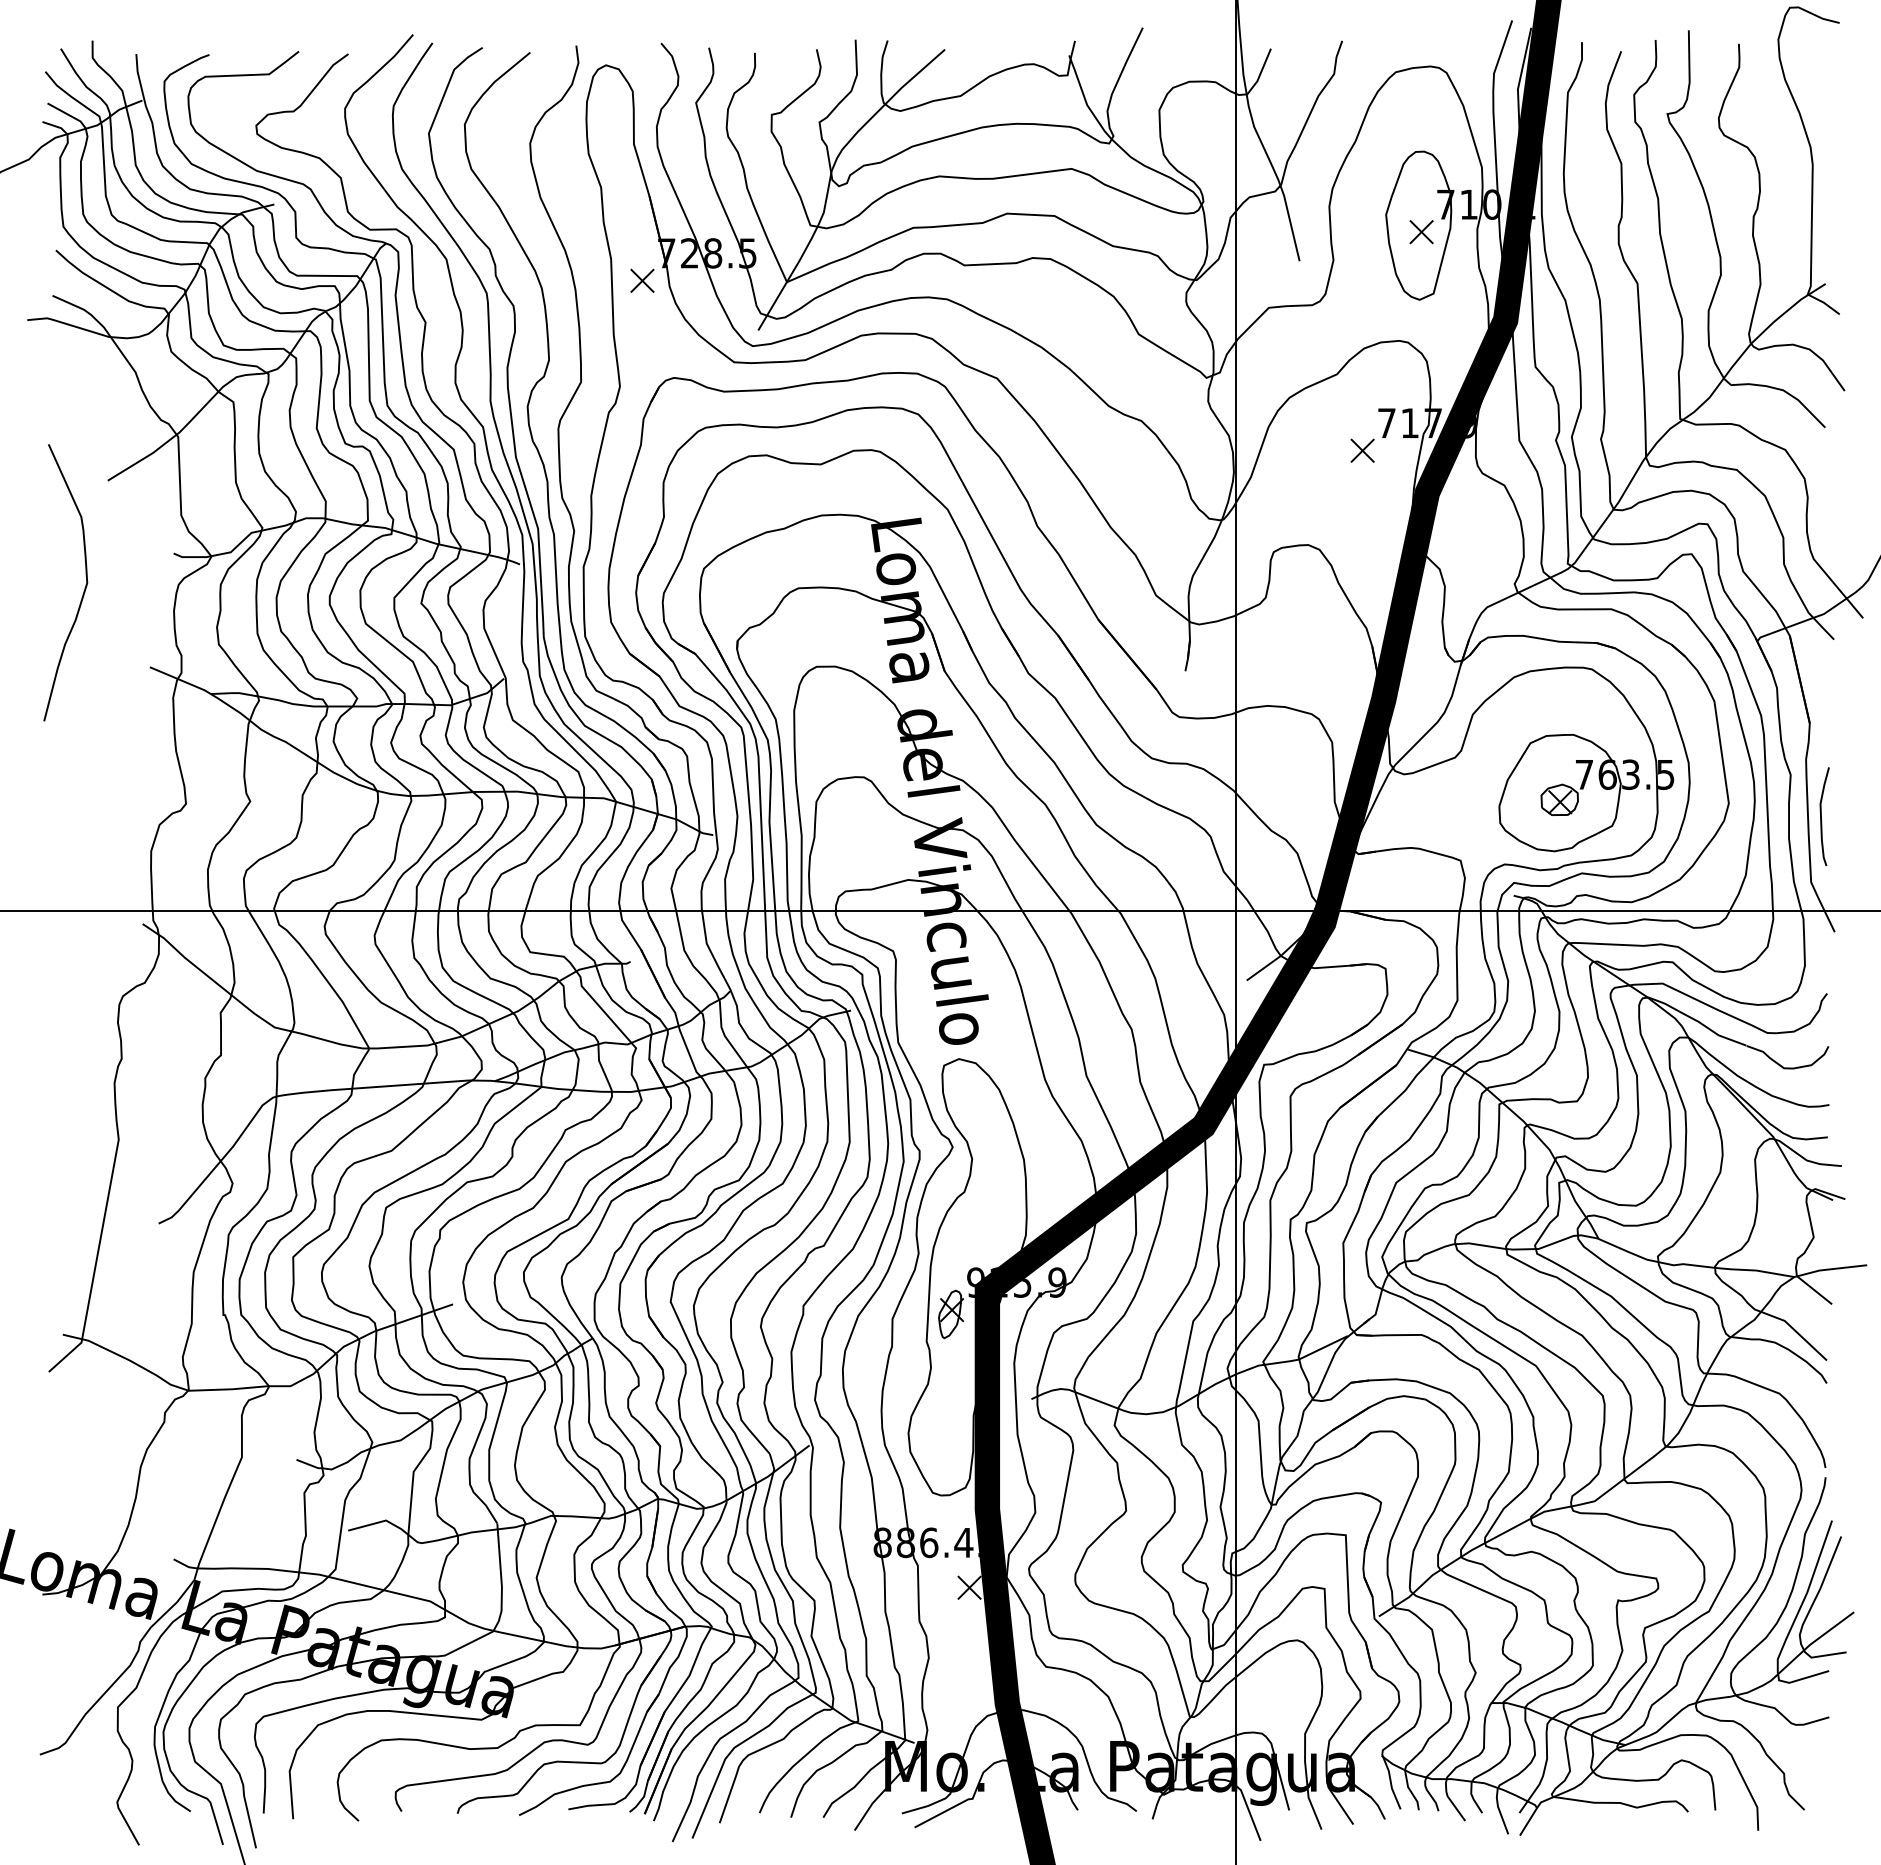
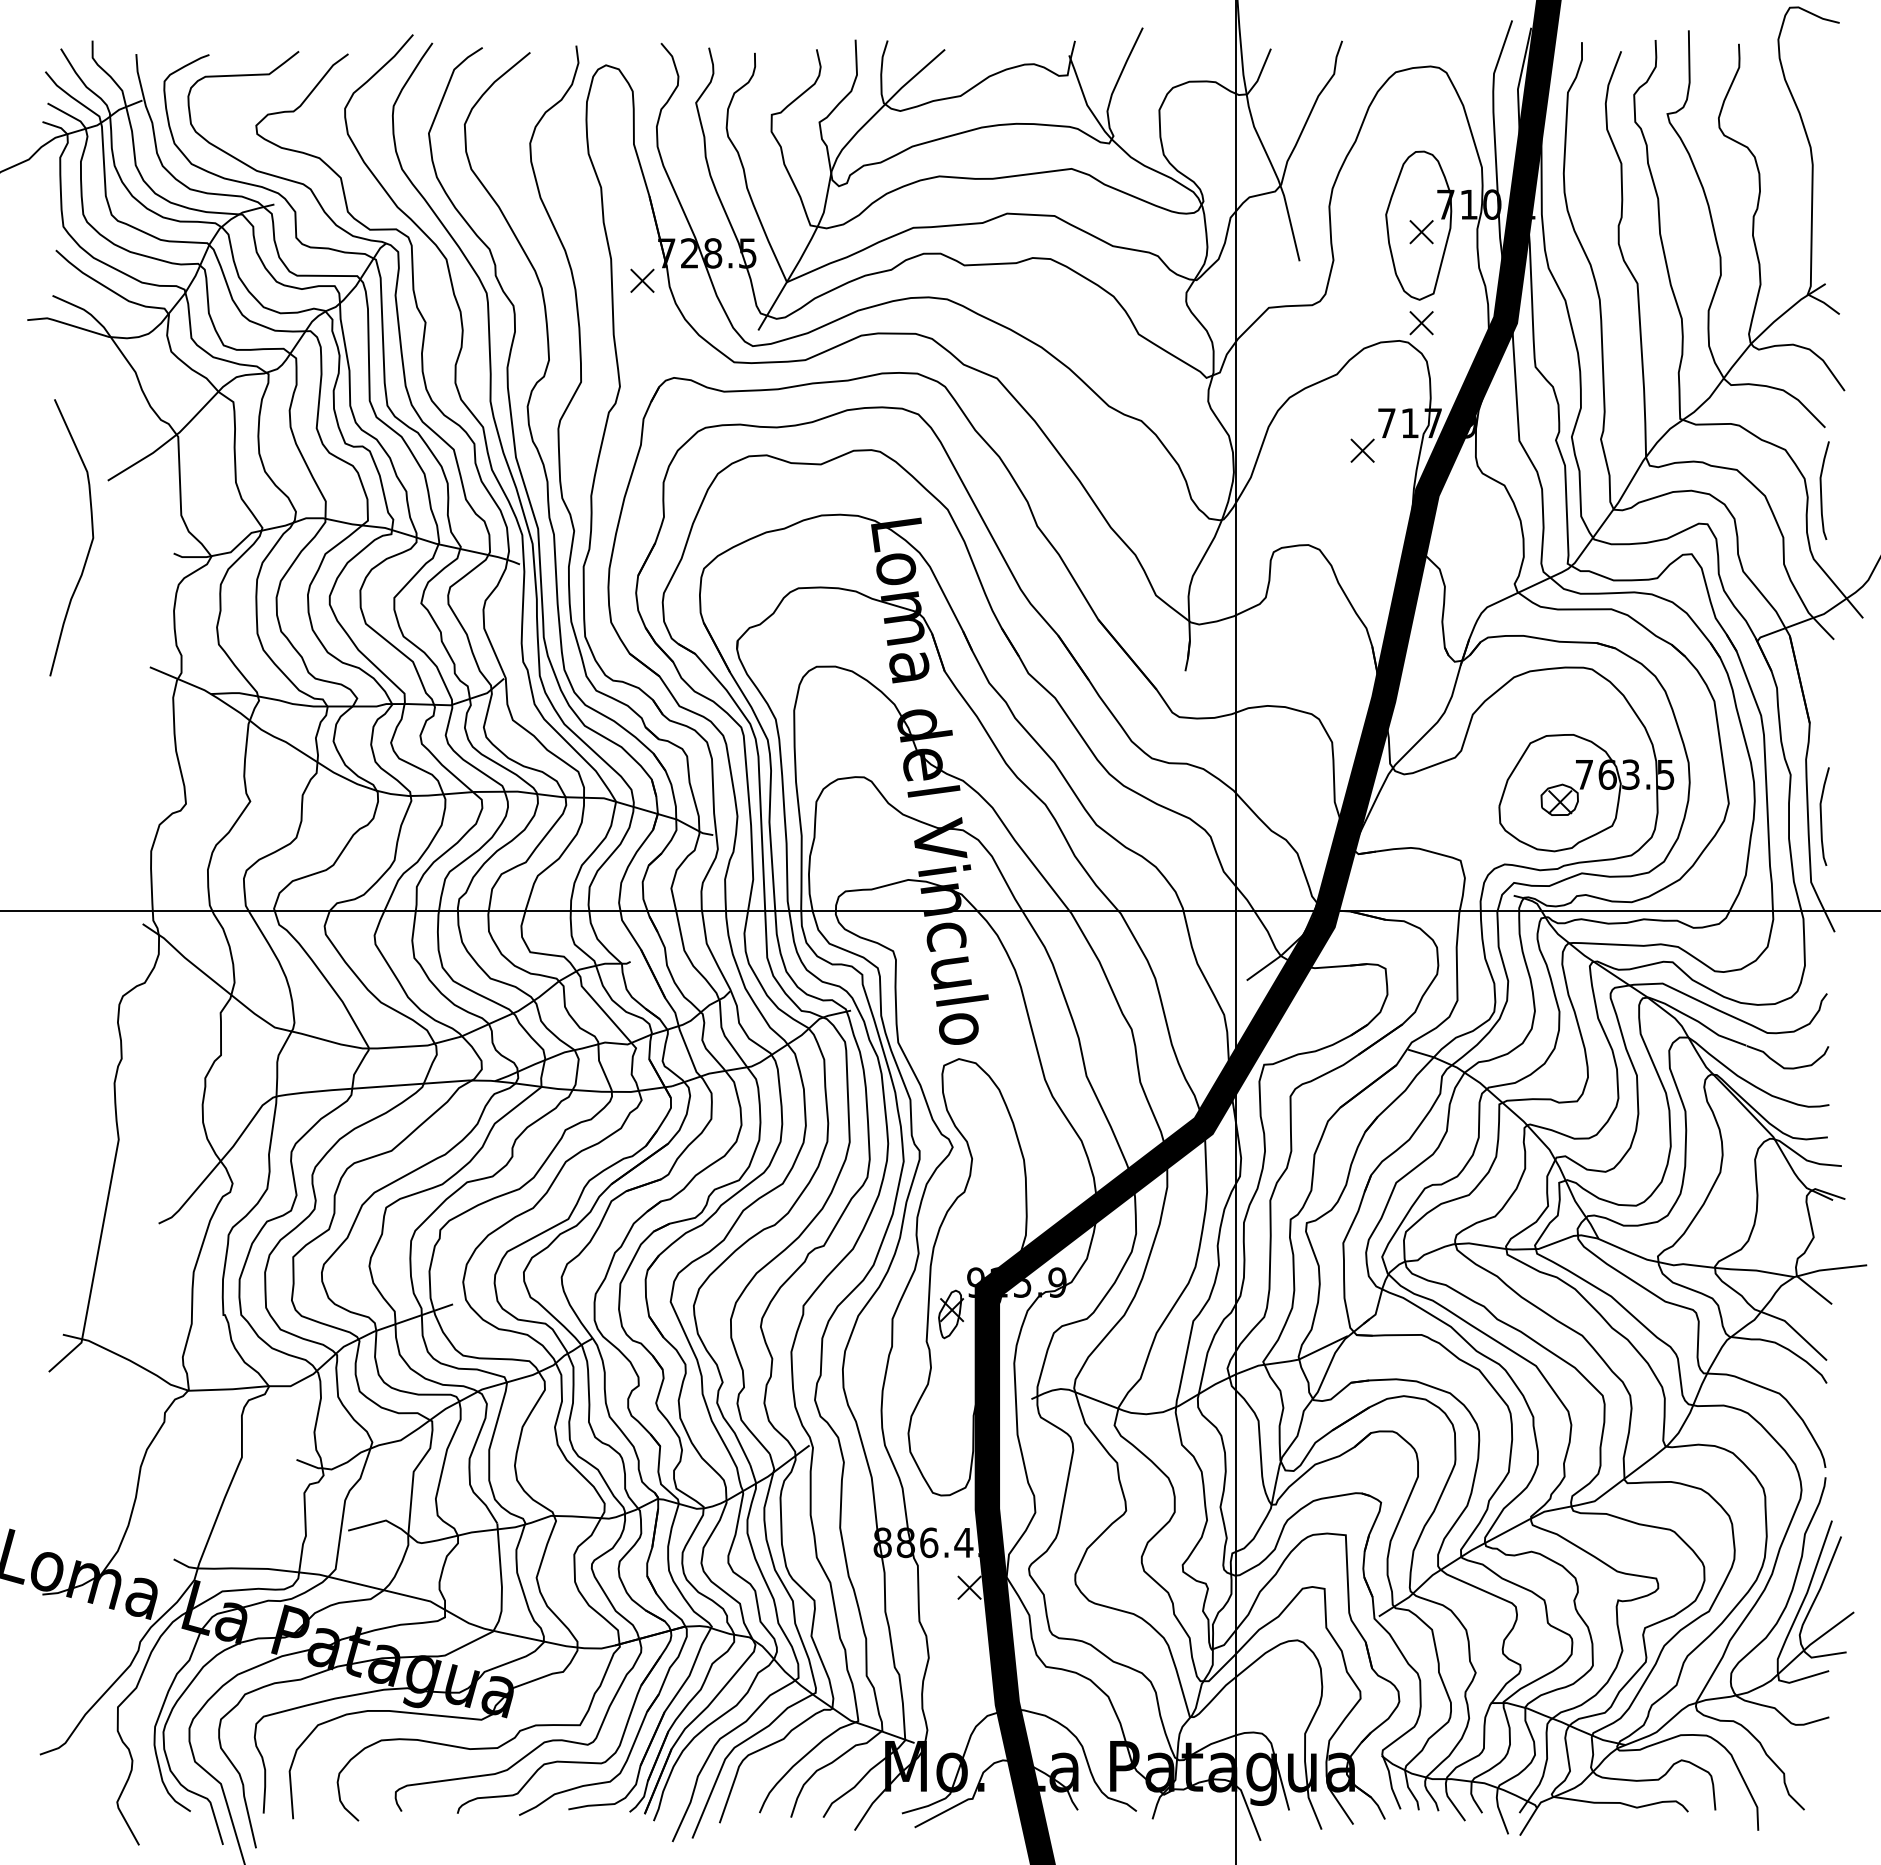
part at (1421, 323): none -> present
curve at (1821, 490): none -> present
curve at (84, 587) position: (84, 587) -> (90, 542)
